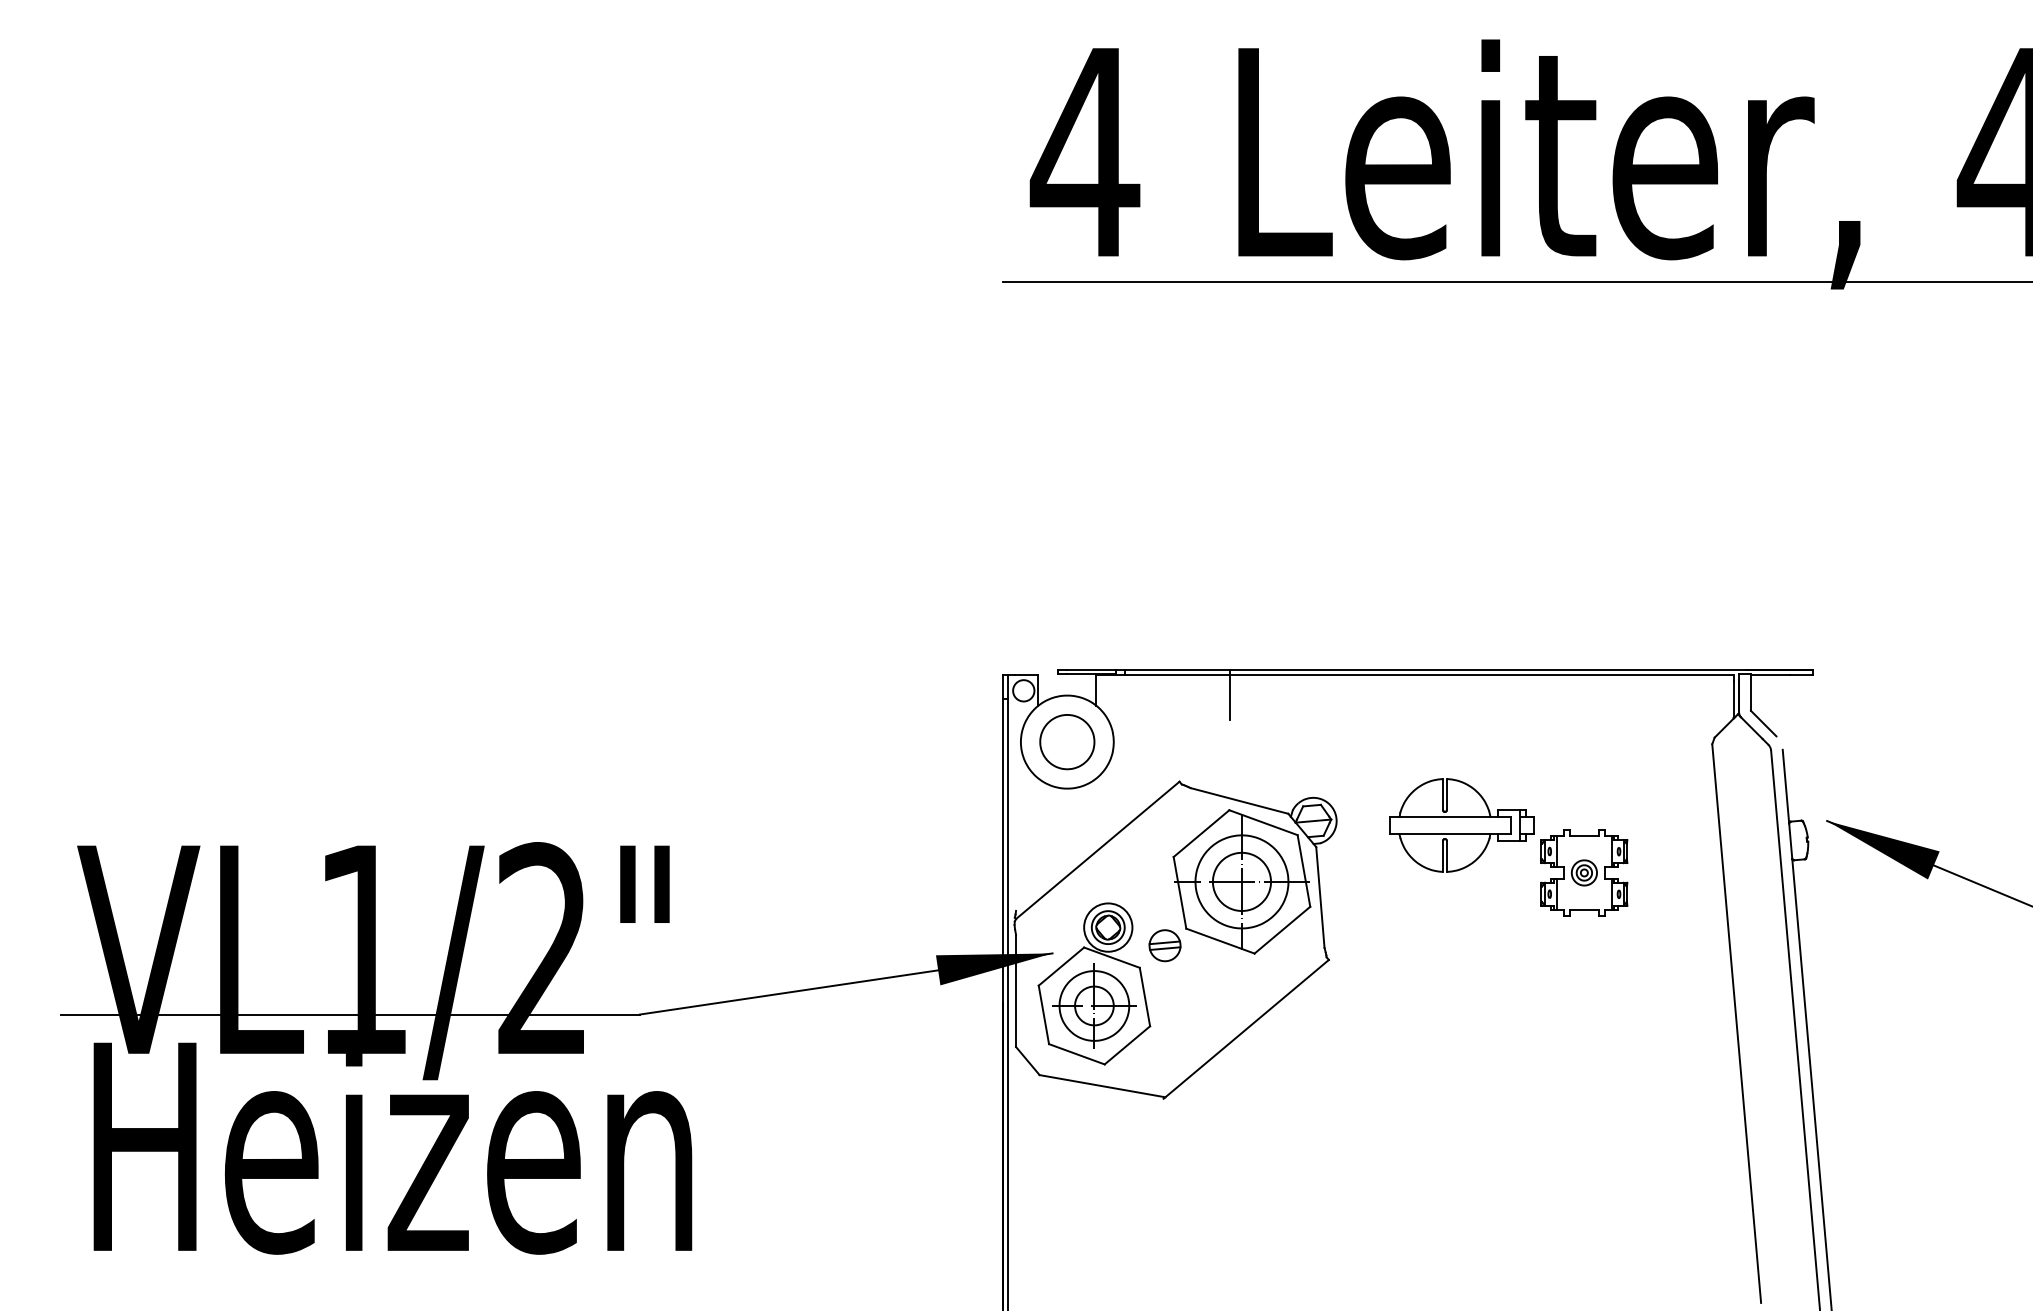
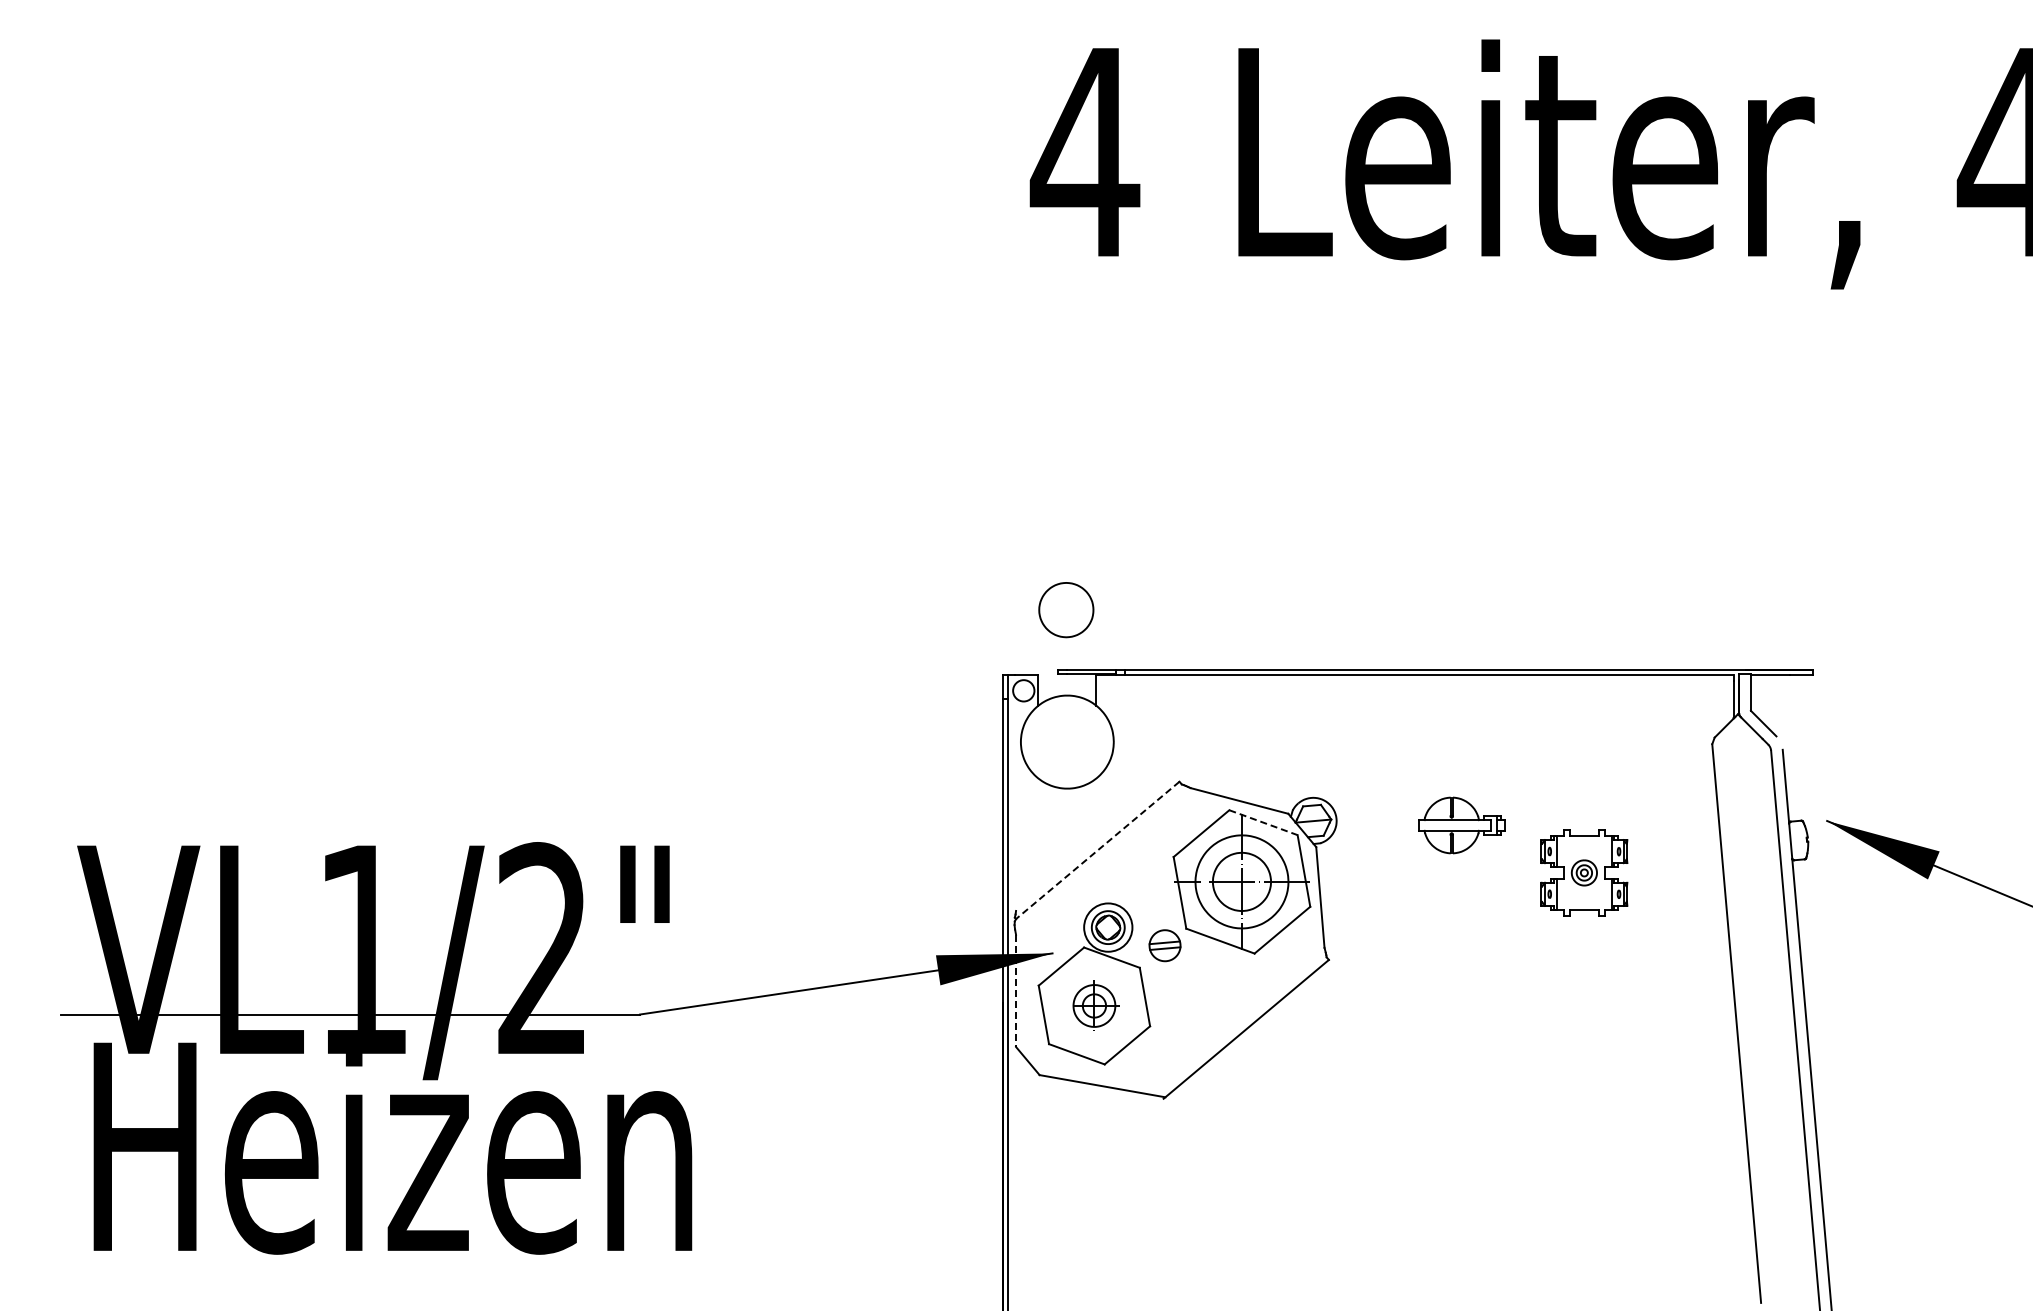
line at (1516, 282): present -> none
line at (1229, 695): present -> none
part at (1067, 742) position: (1067, 742) -> (1066, 610)
line at (1263, 822): solid -> dashed
part at (1461, 825) size: 146x95 px -> 88x59 px
line at (1097, 850): solid -> dashed
line at (1016, 991): solid -> dashed
part at (1094, 1005) size: 85x86 px -> 48x51 px
